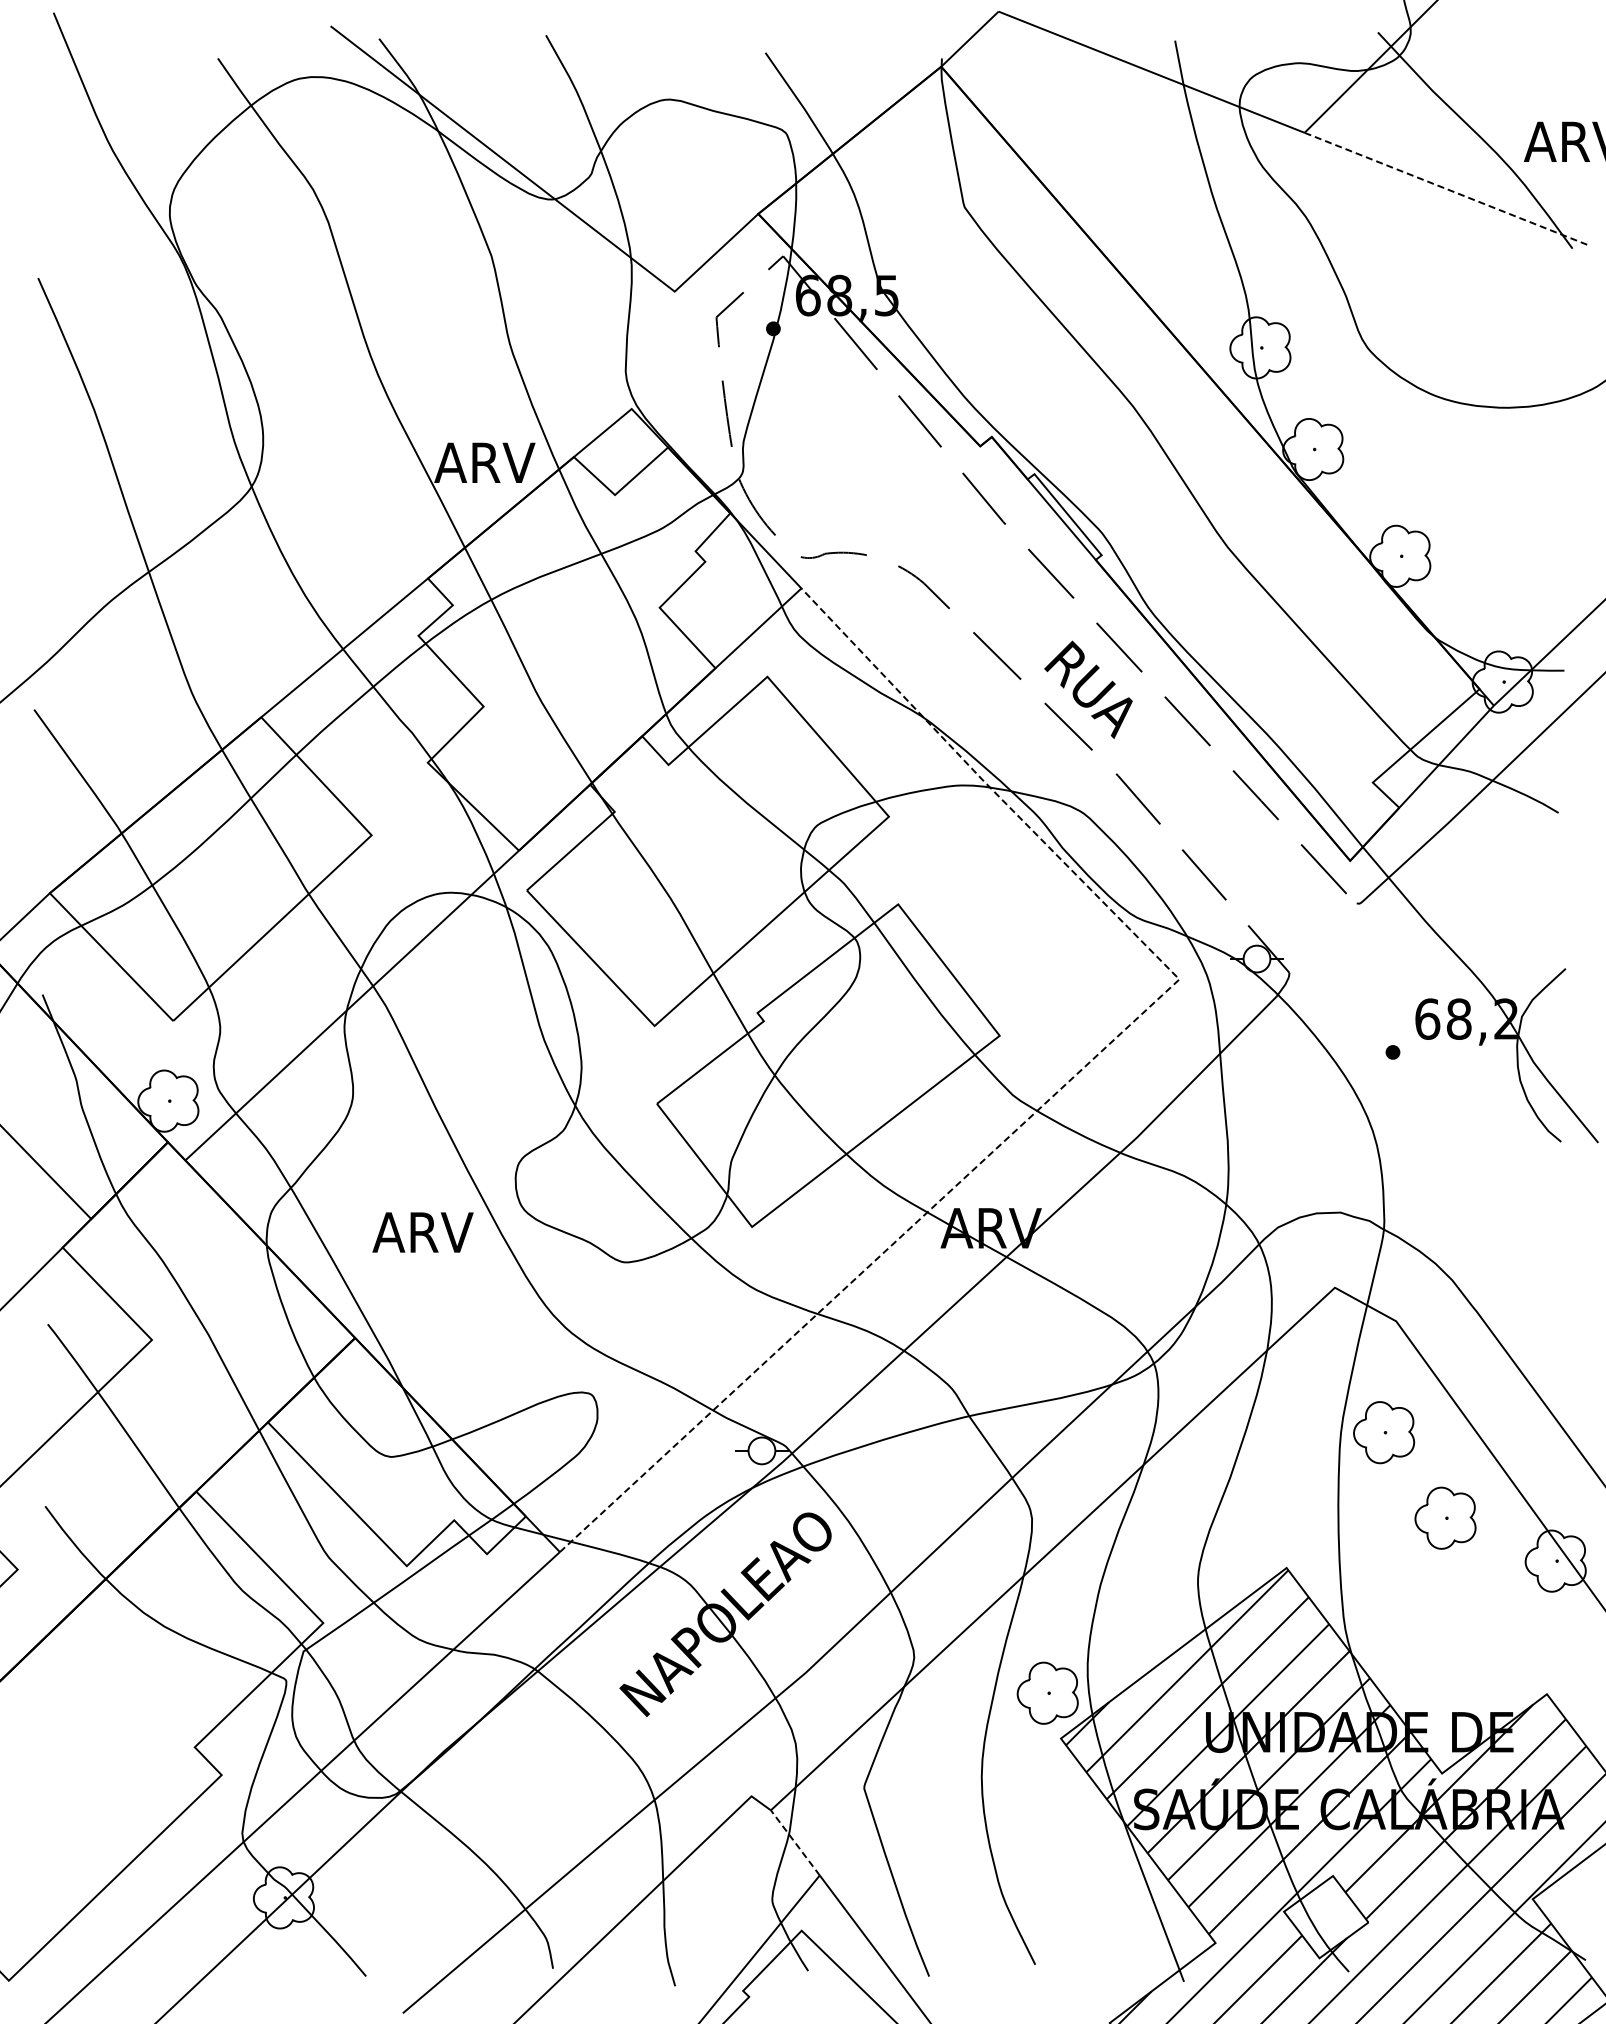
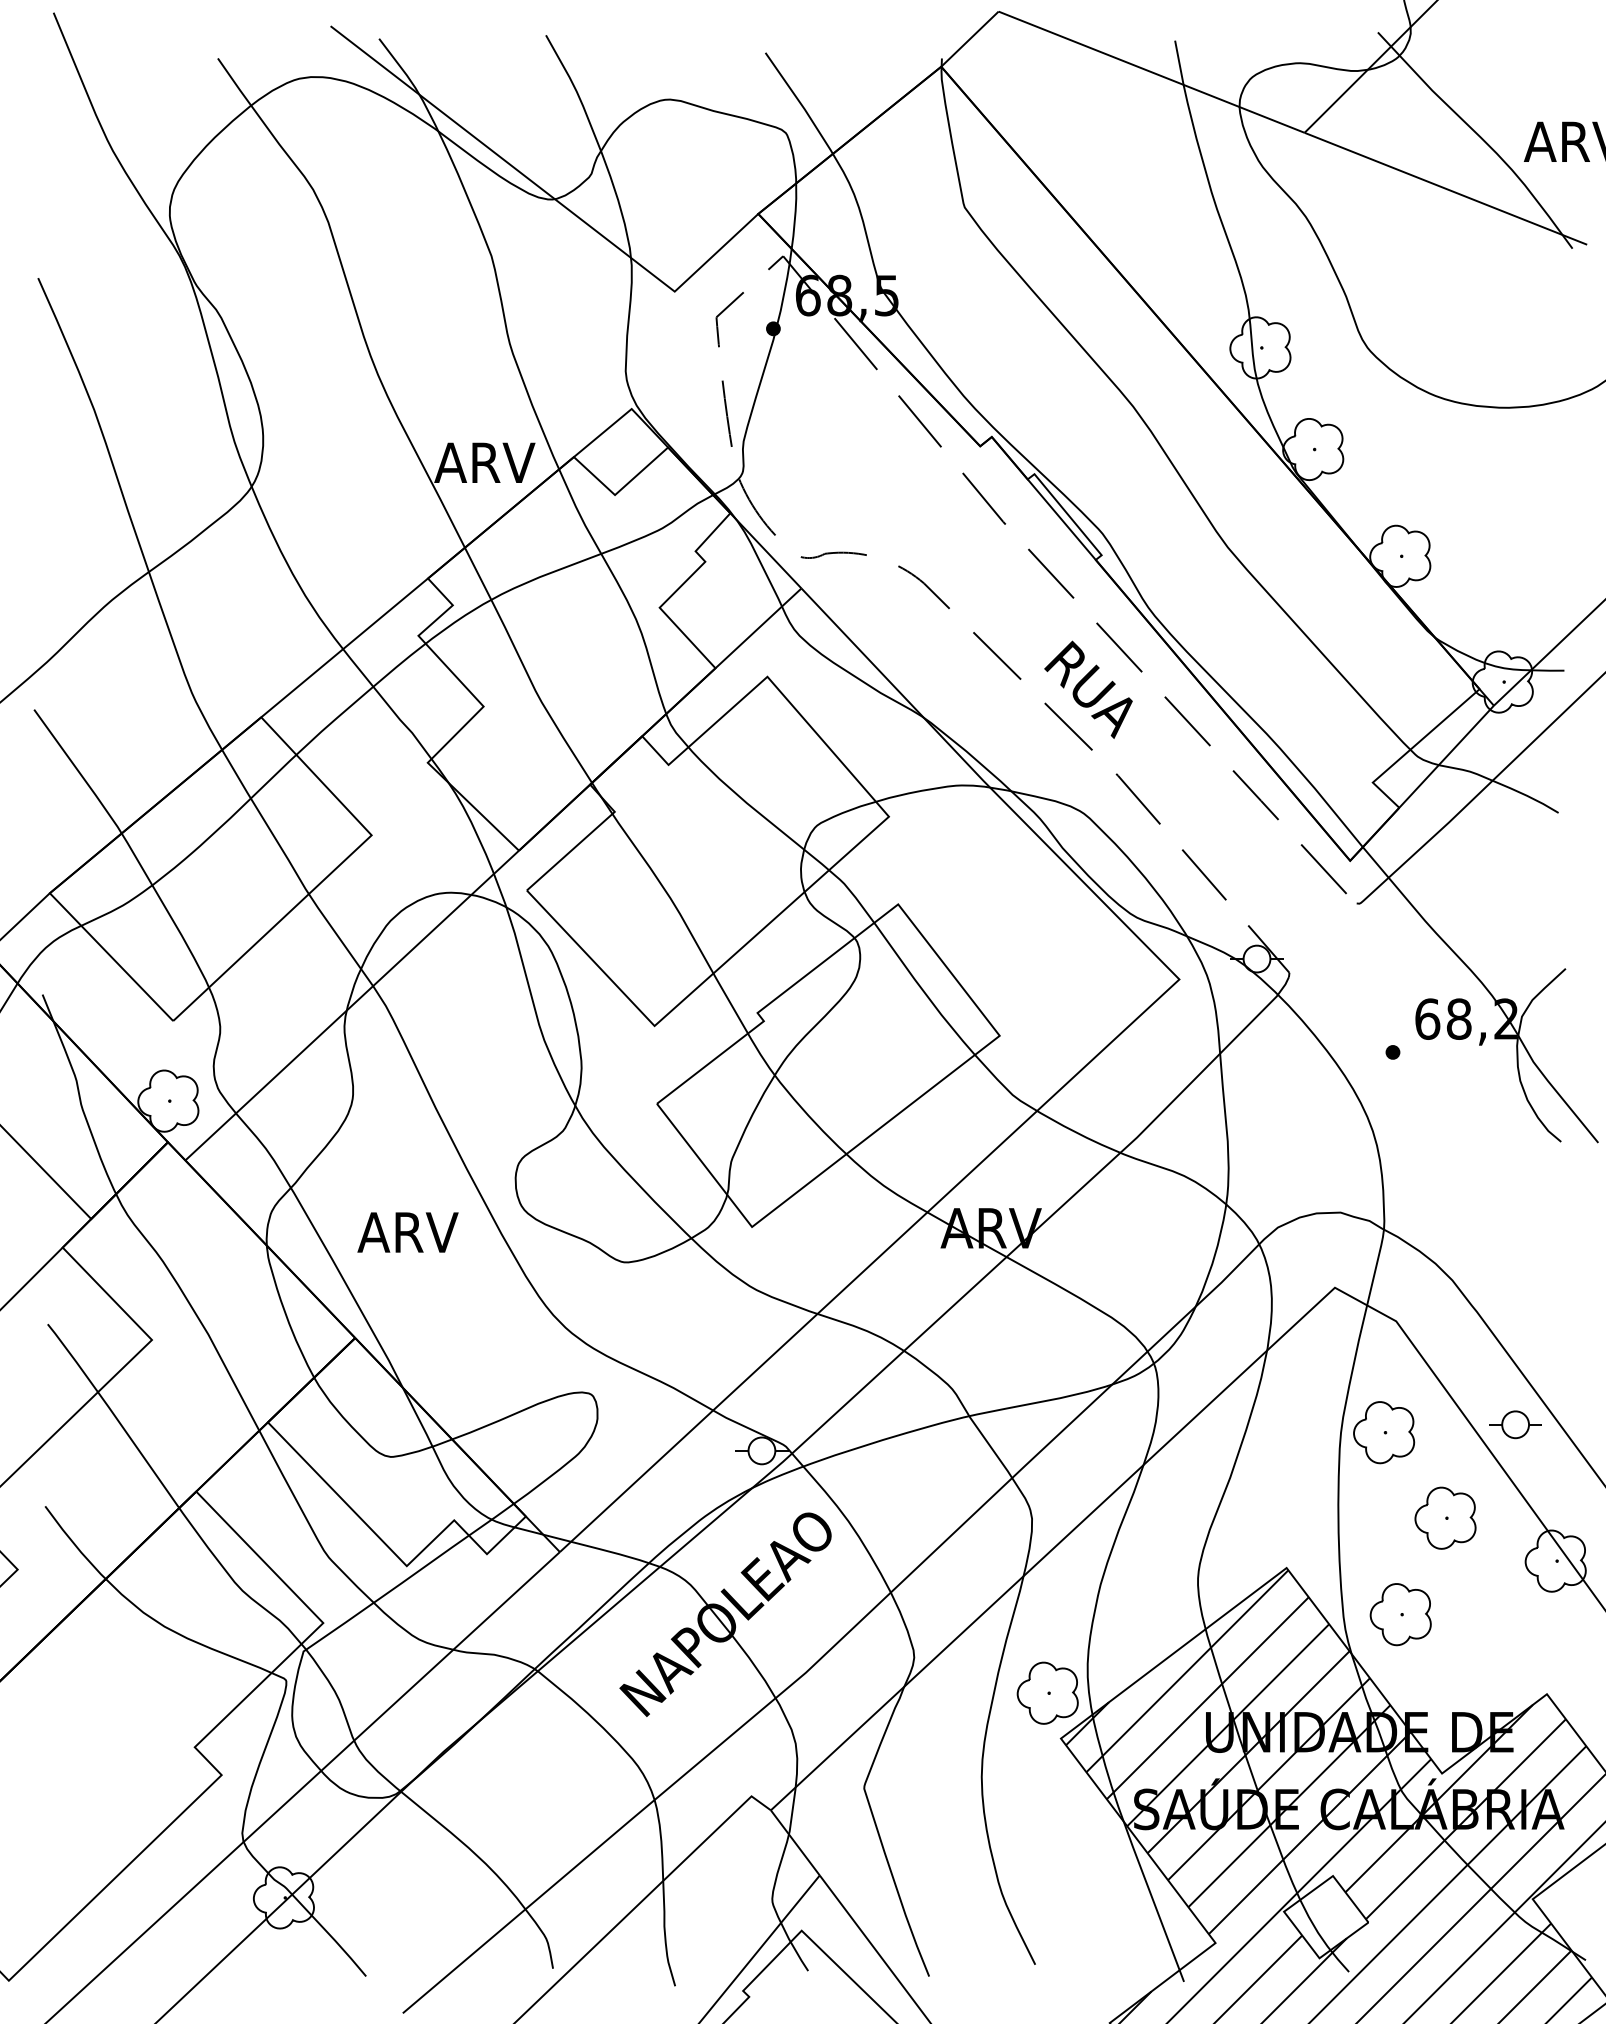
line at (1445, 188): dashed -> solid
line at (1070, 1079): dashed -> solid
text at (422, 1232) position: (422, 1232) -> (407, 1232)
part at (1515, 1424): none -> present
part at (1400, 1614): none -> present
line at (795, 1842): dashed -> solid
